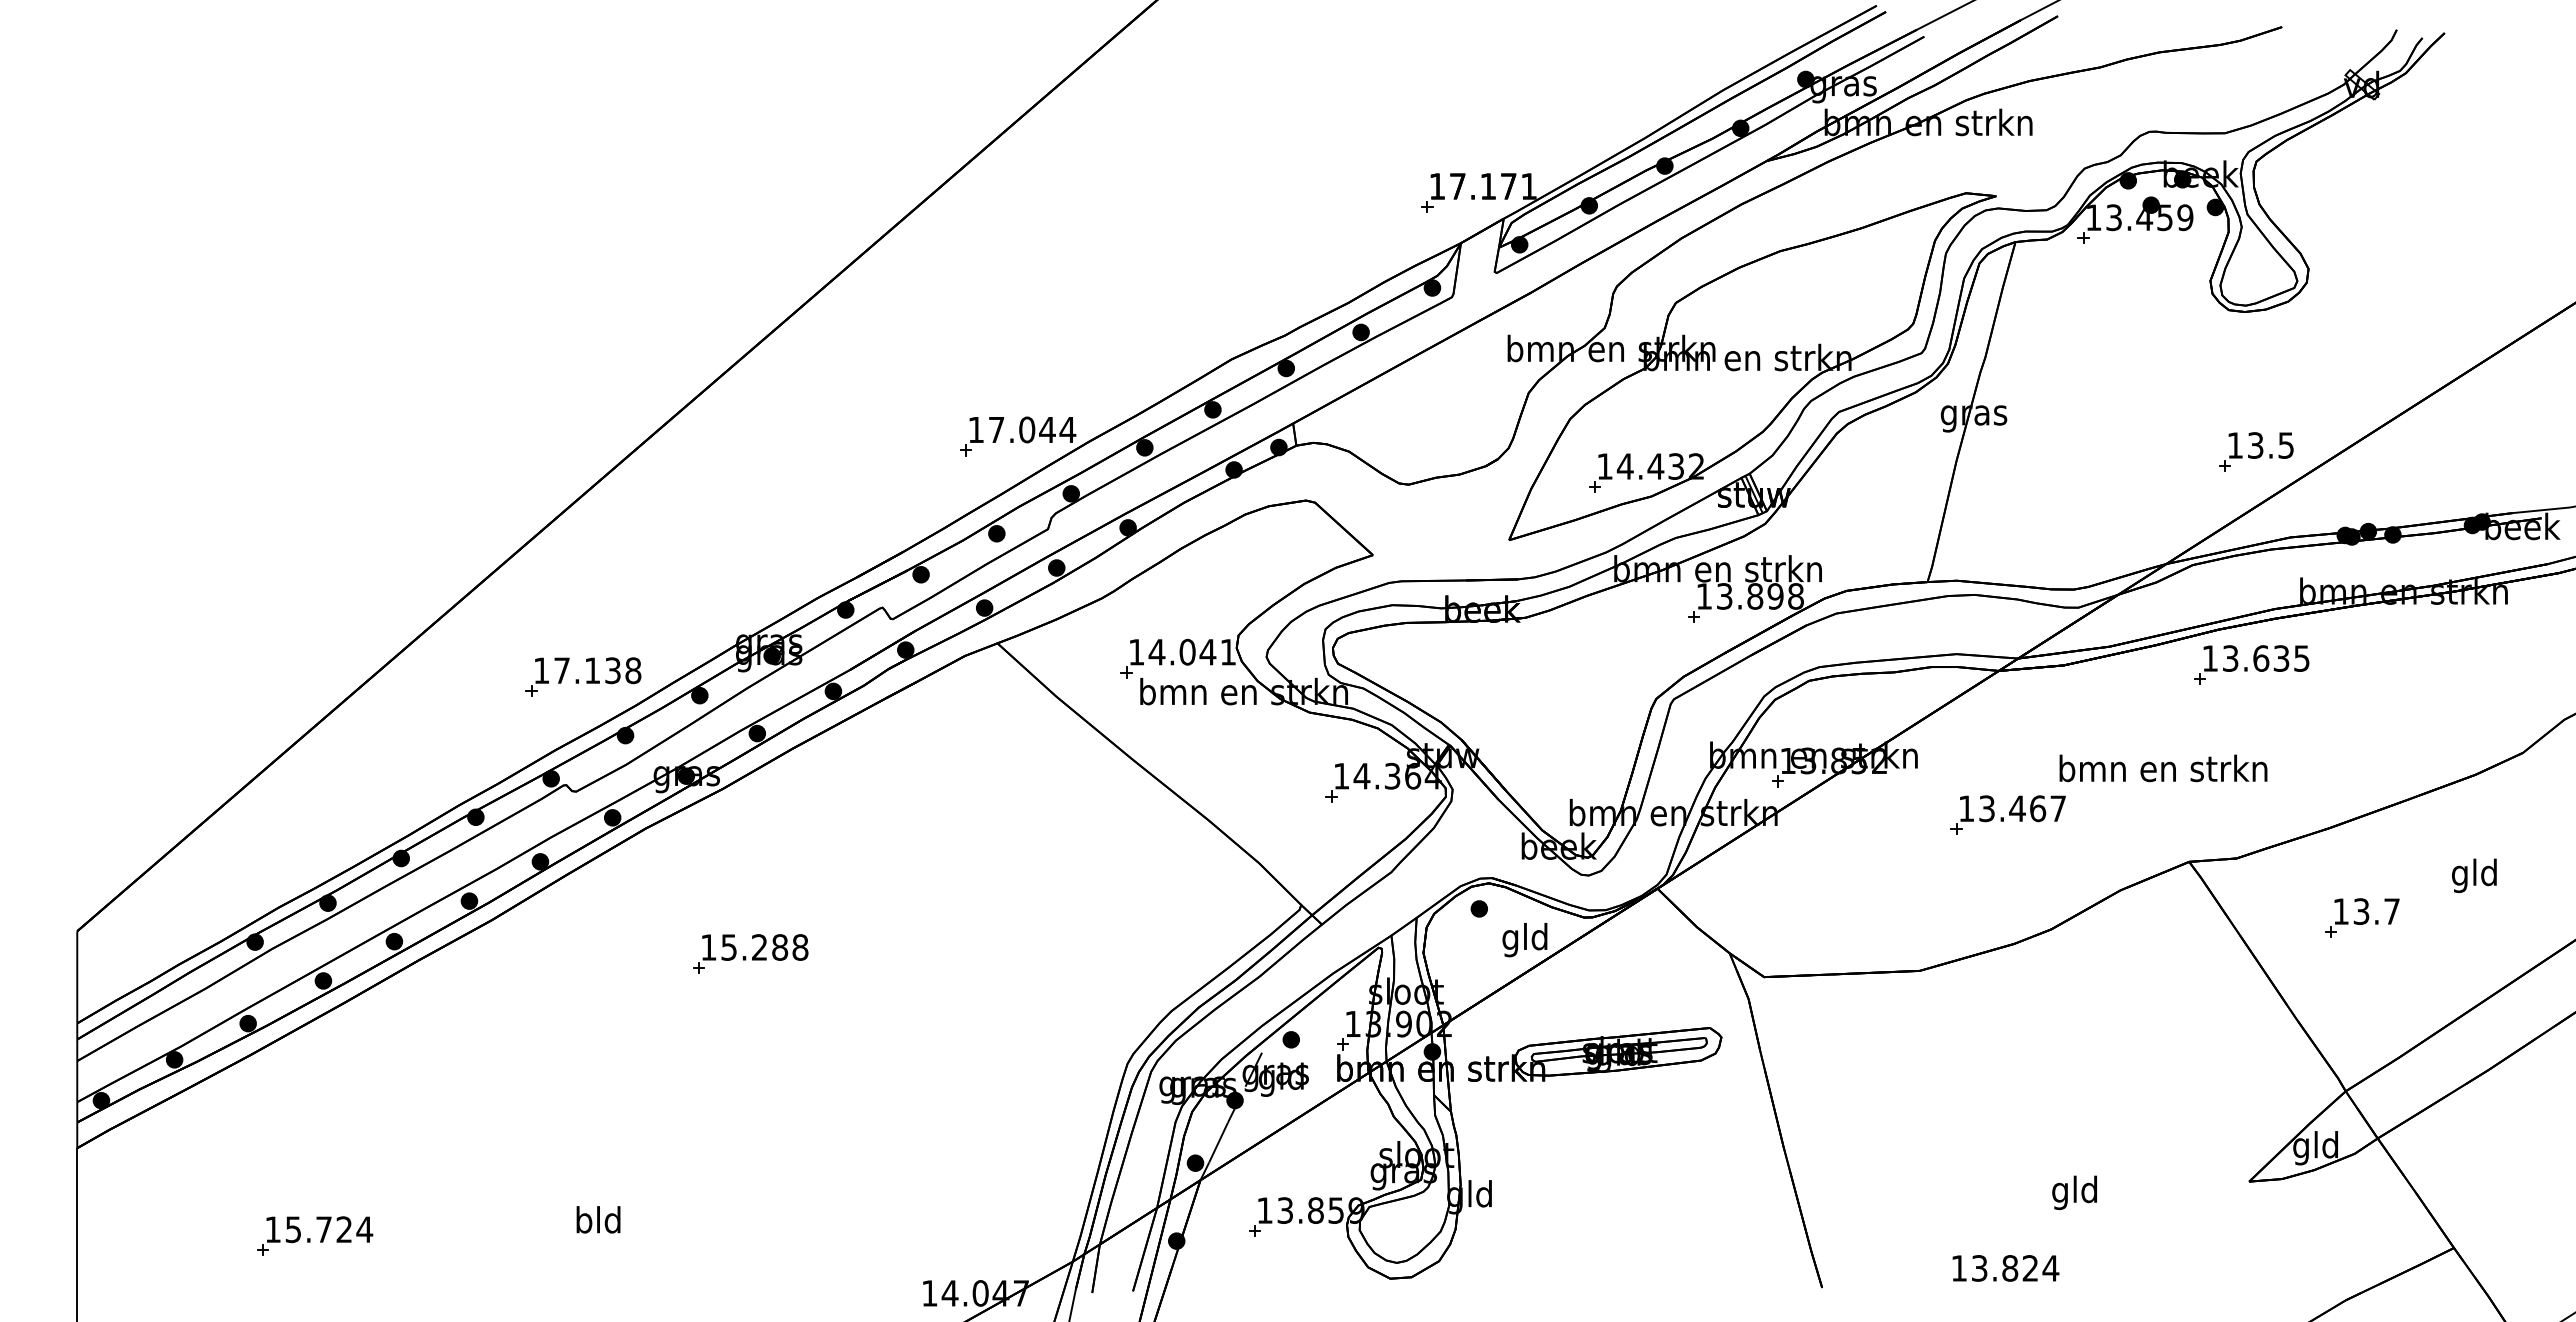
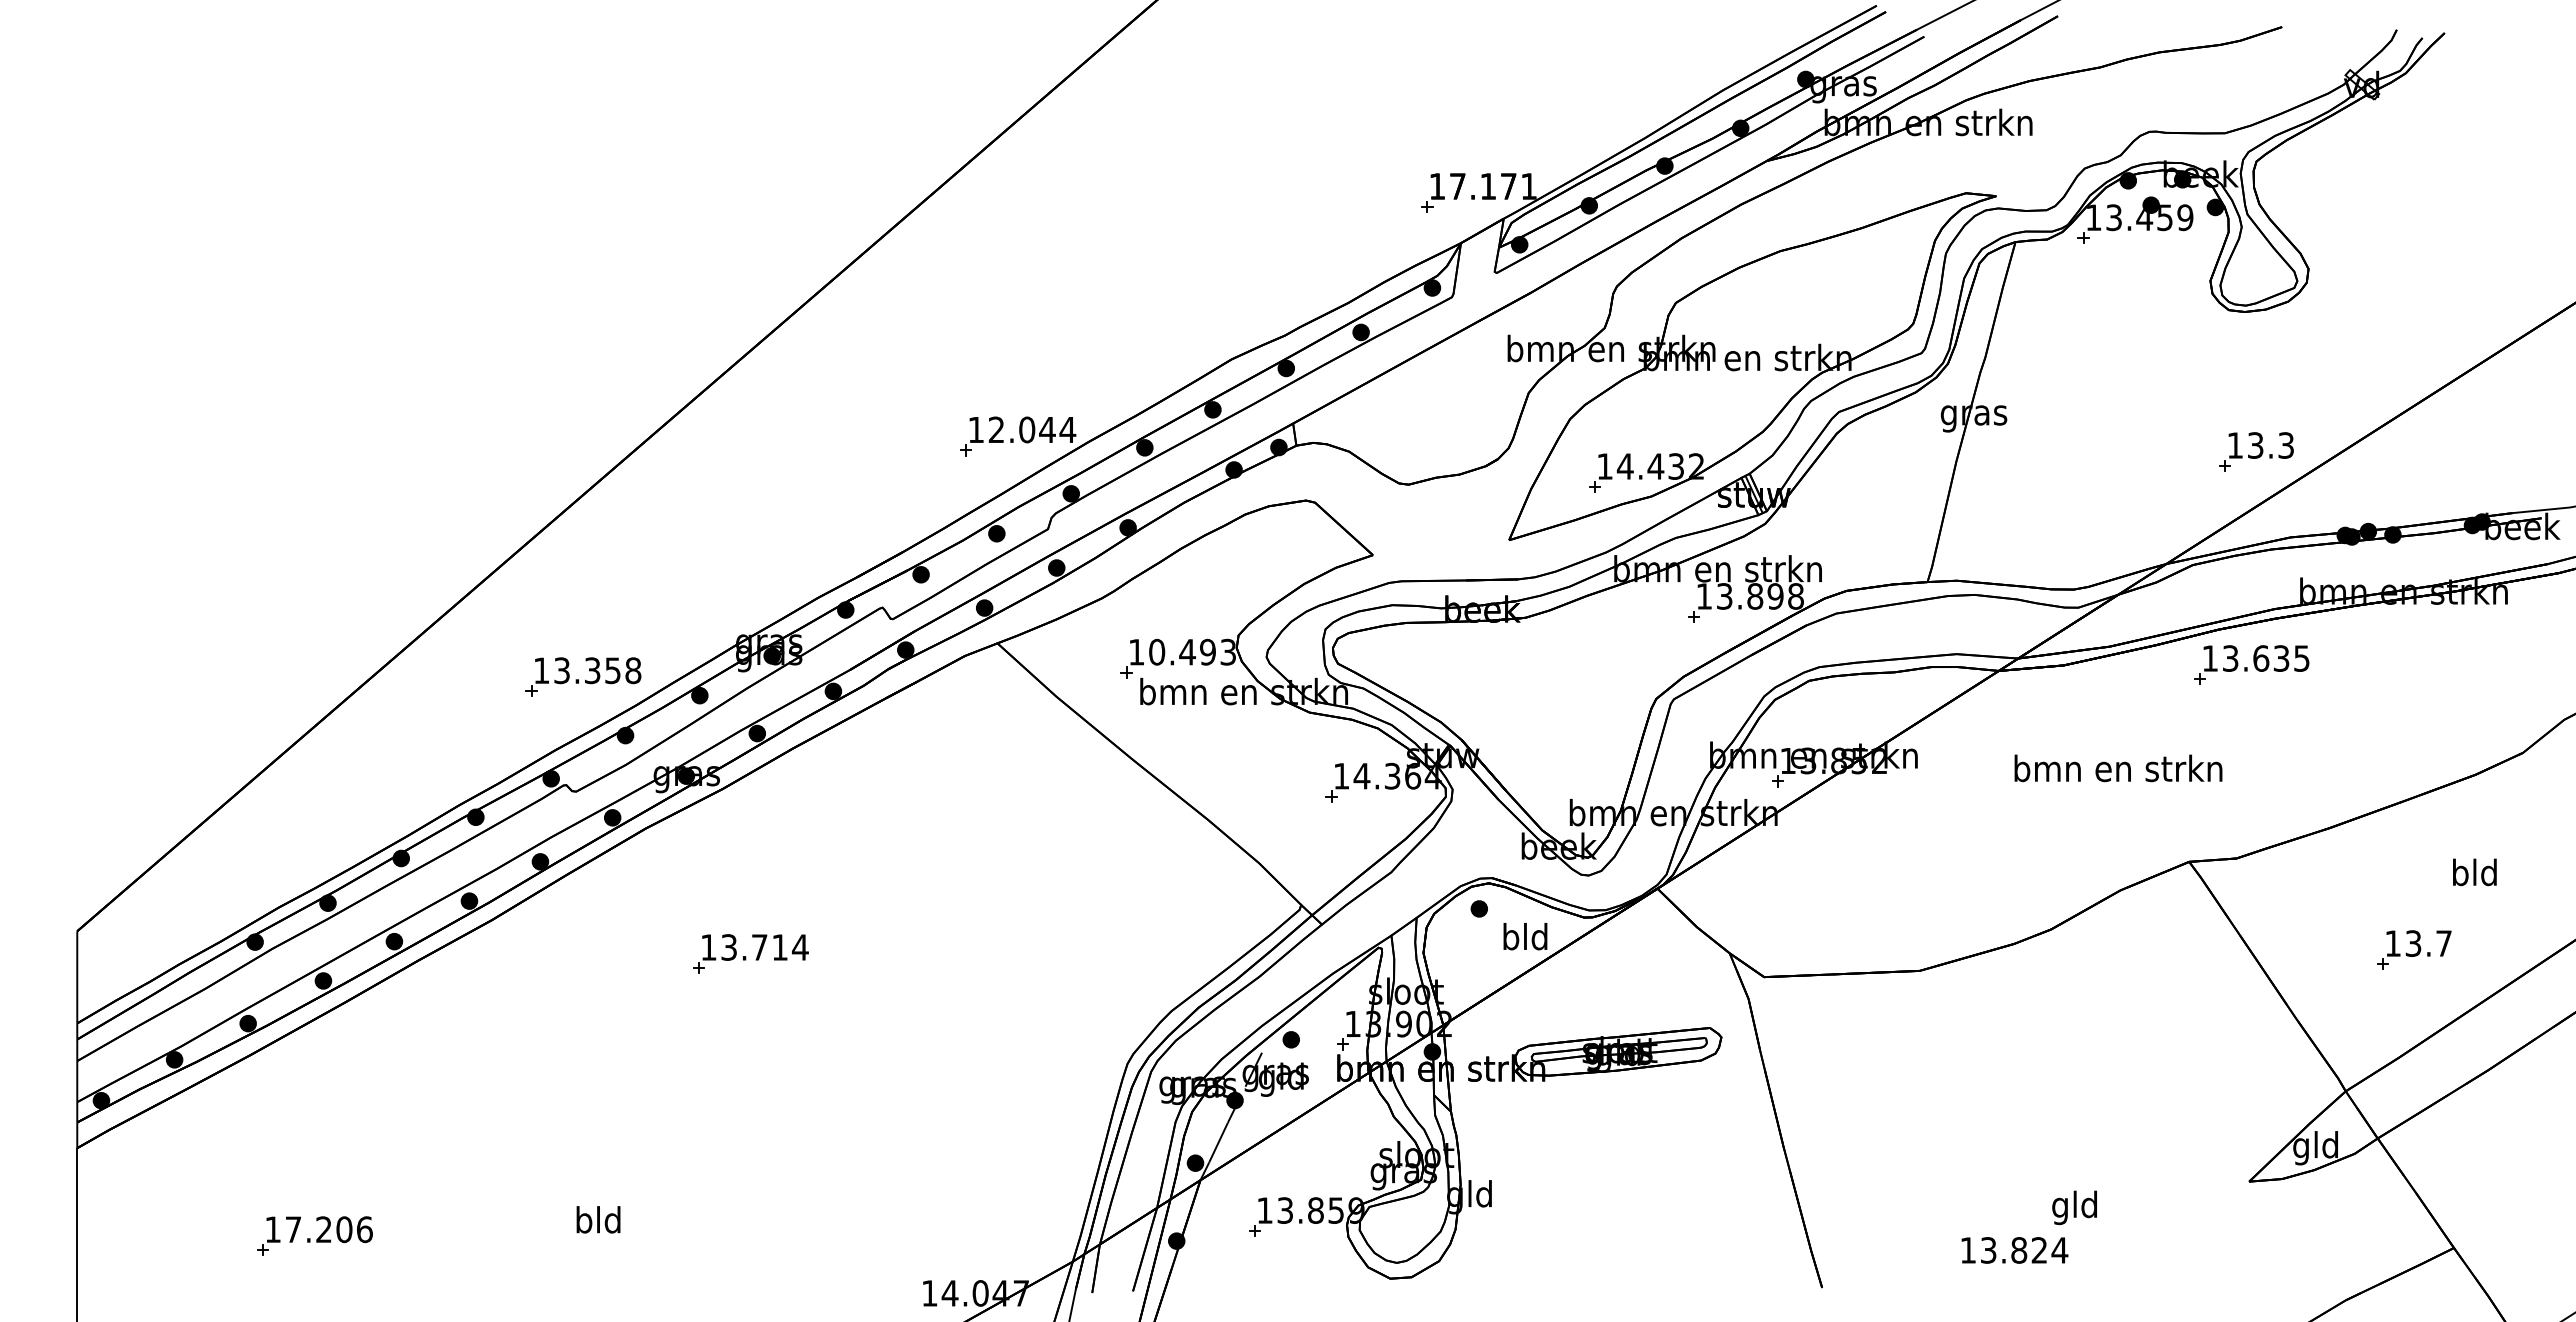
text at (996, 429): 17.044 -> 12.044
text at (2286, 445): 13.5 -> 13.3
text at (1191, 651): 14.041 -> 10.493
text at (587, 670): 17.138 -> 13.358
text at (2163, 768) position: (2163, 768) -> (2118, 768)
part at (2007, 814): present -> none
text at (2460, 875): gld -> bld
part at (2362, 917) position: (2362, 917) -> (2414, 949)
text at (1510, 940): gld -> bld
text at (765, 947): 15.288 -> 13.714
text at (2074, 1192) position: (2074, 1192) -> (2074, 1207)
text at (329, 1229): 15.724 -> 17.206
text at (2005, 1268) position: (2005, 1268) -> (2014, 1250)
